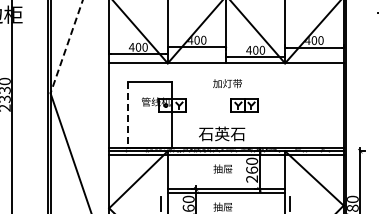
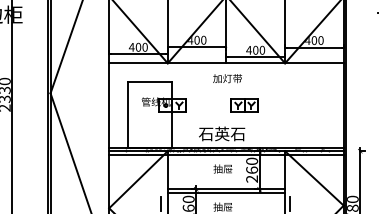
line at (66, 47): dashed -> solid
text at (227, 83) position: (227, 83) -> (227, 78)
line at (128, 115): dashed -> solid
